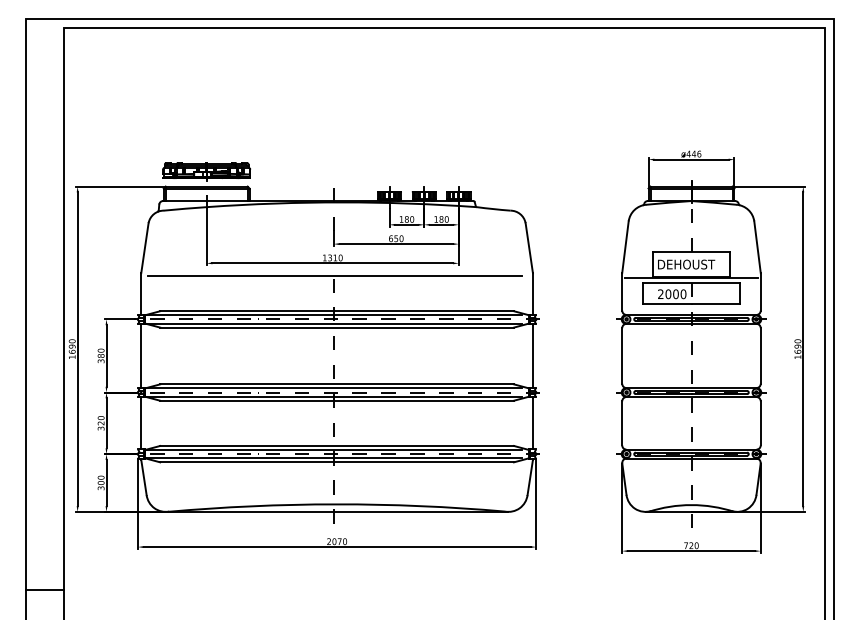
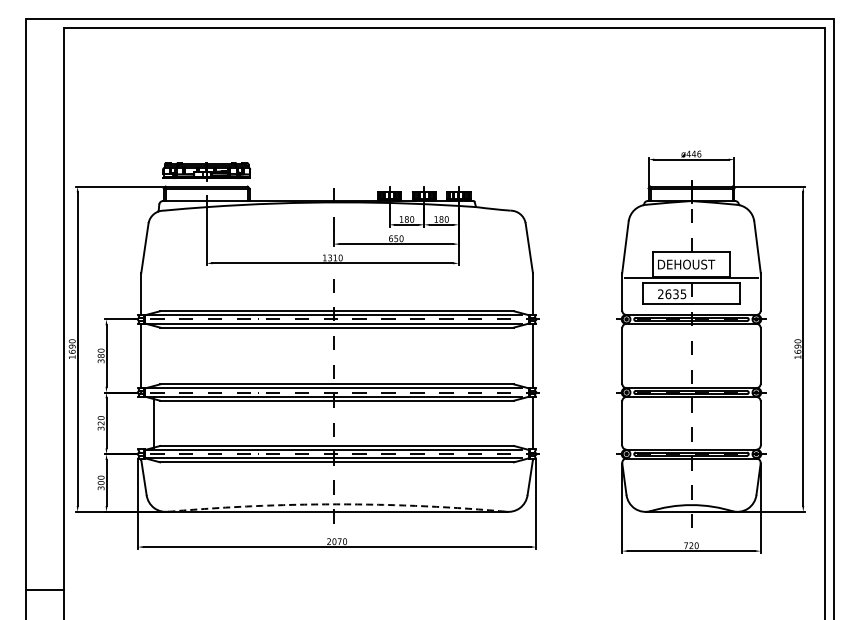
line at (334, 276): present -> none
text at (675, 294): 2000 -> 2635
line at (141, 423) position: (141, 423) -> (154, 423)
arc at (336, 504): solid -> dashed
